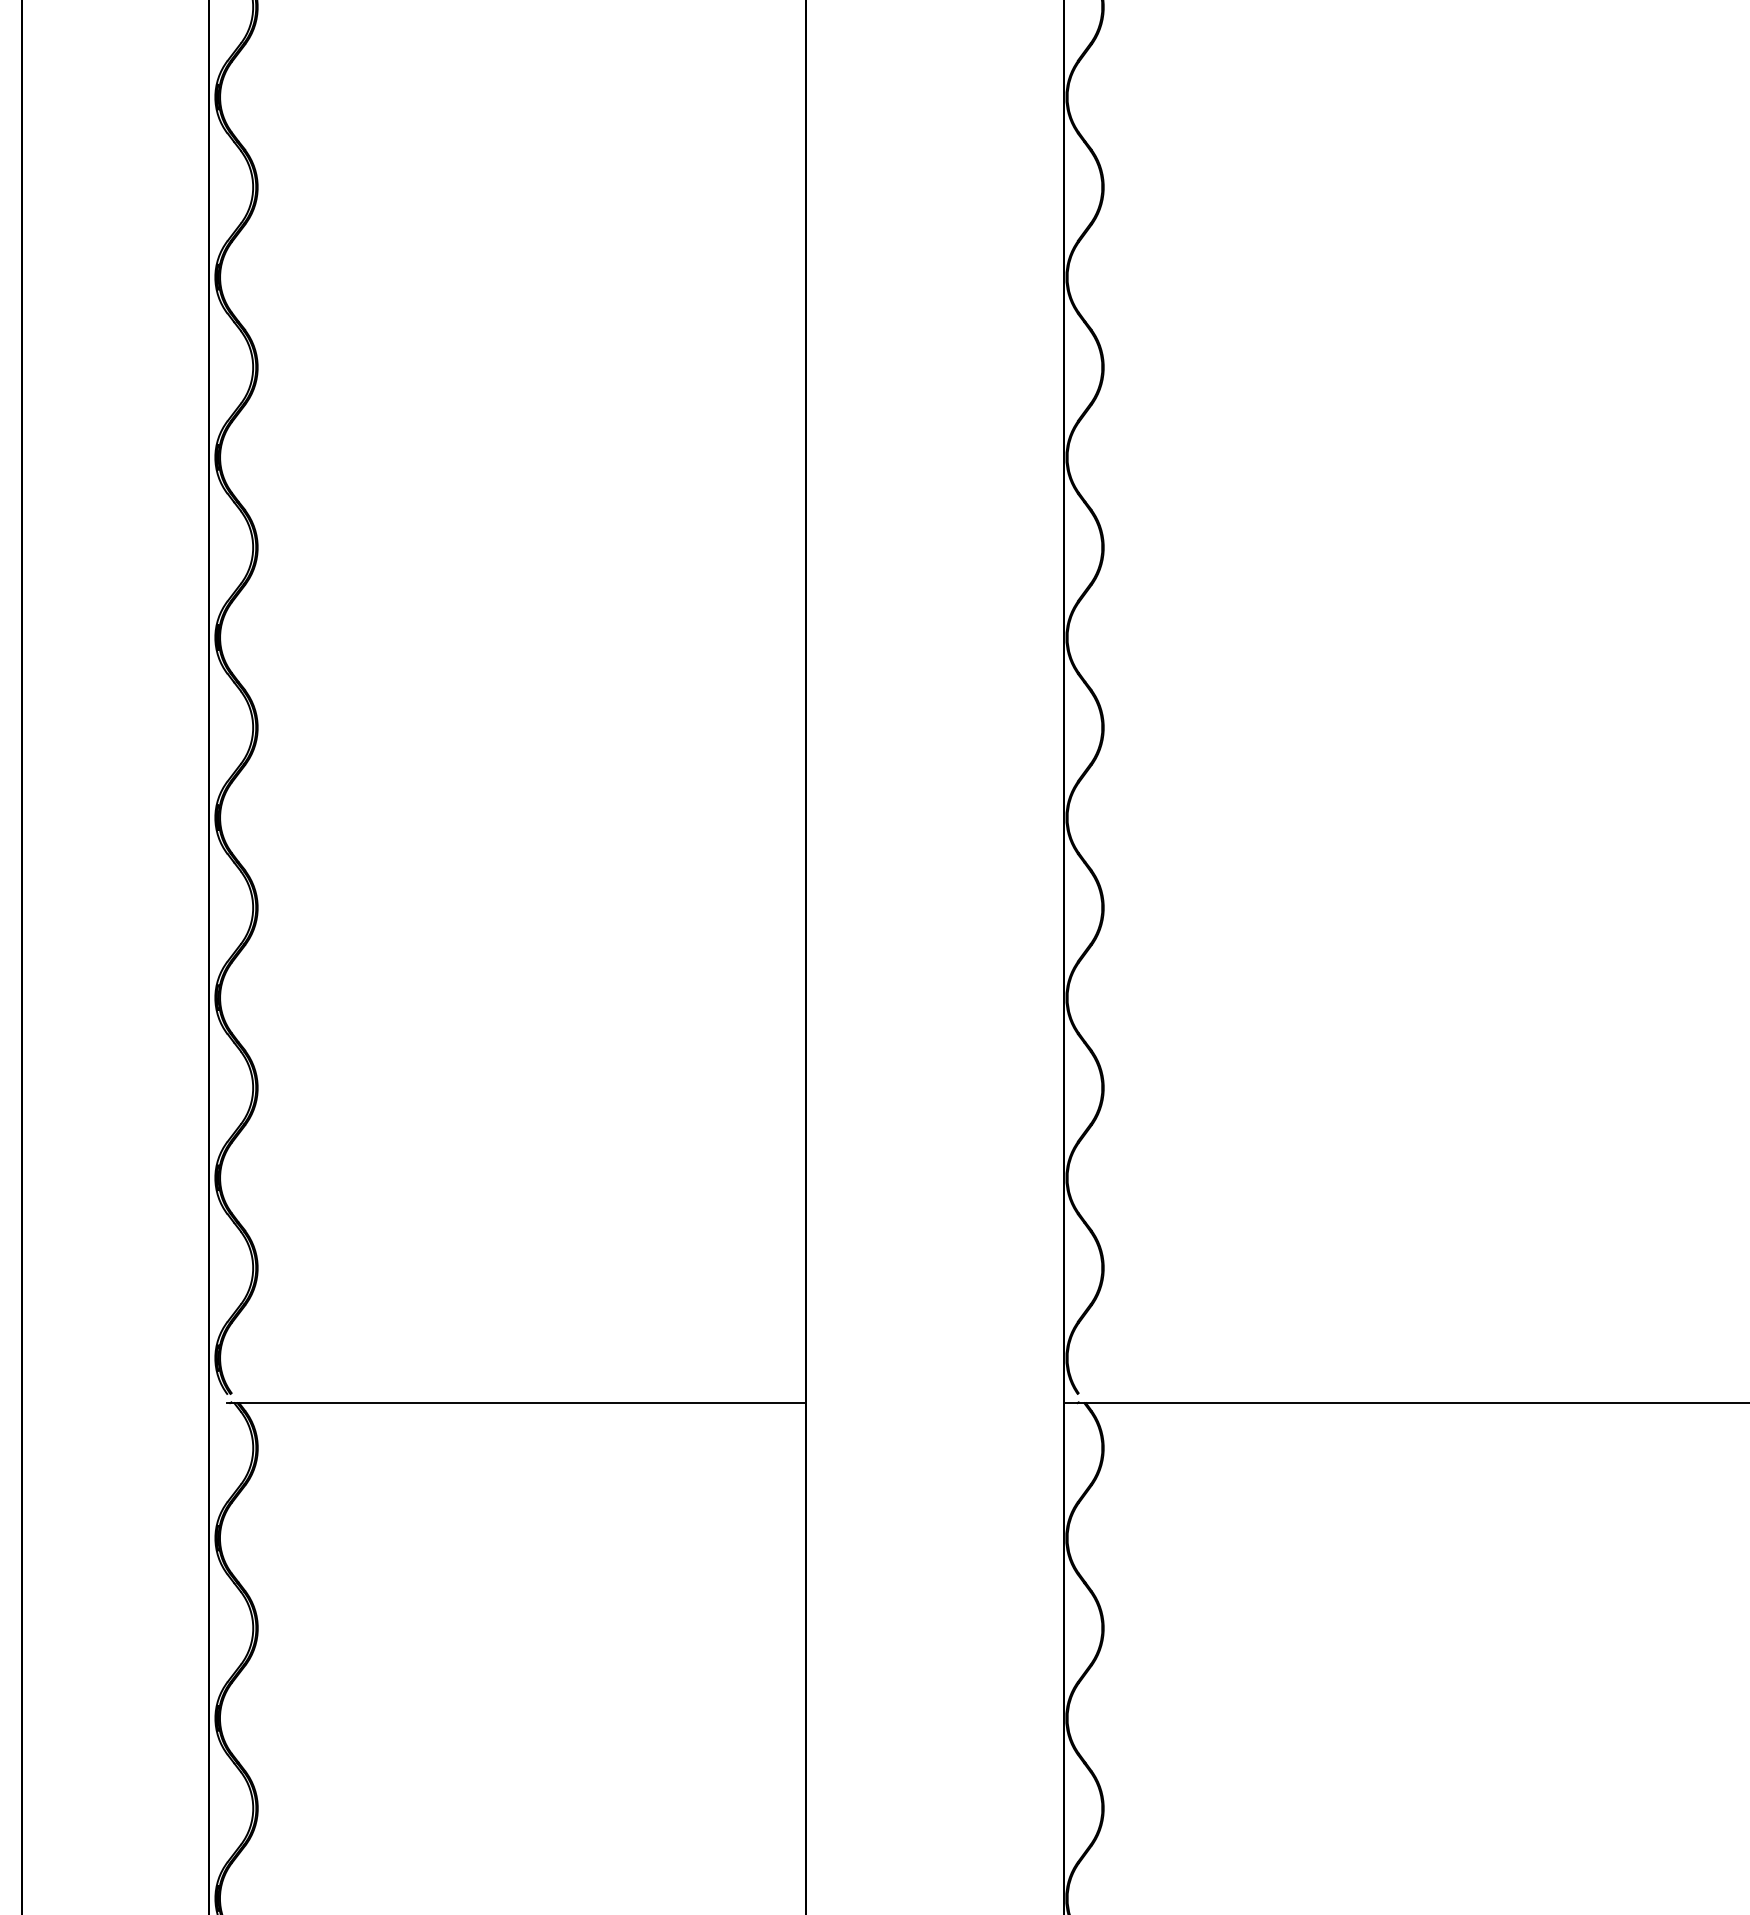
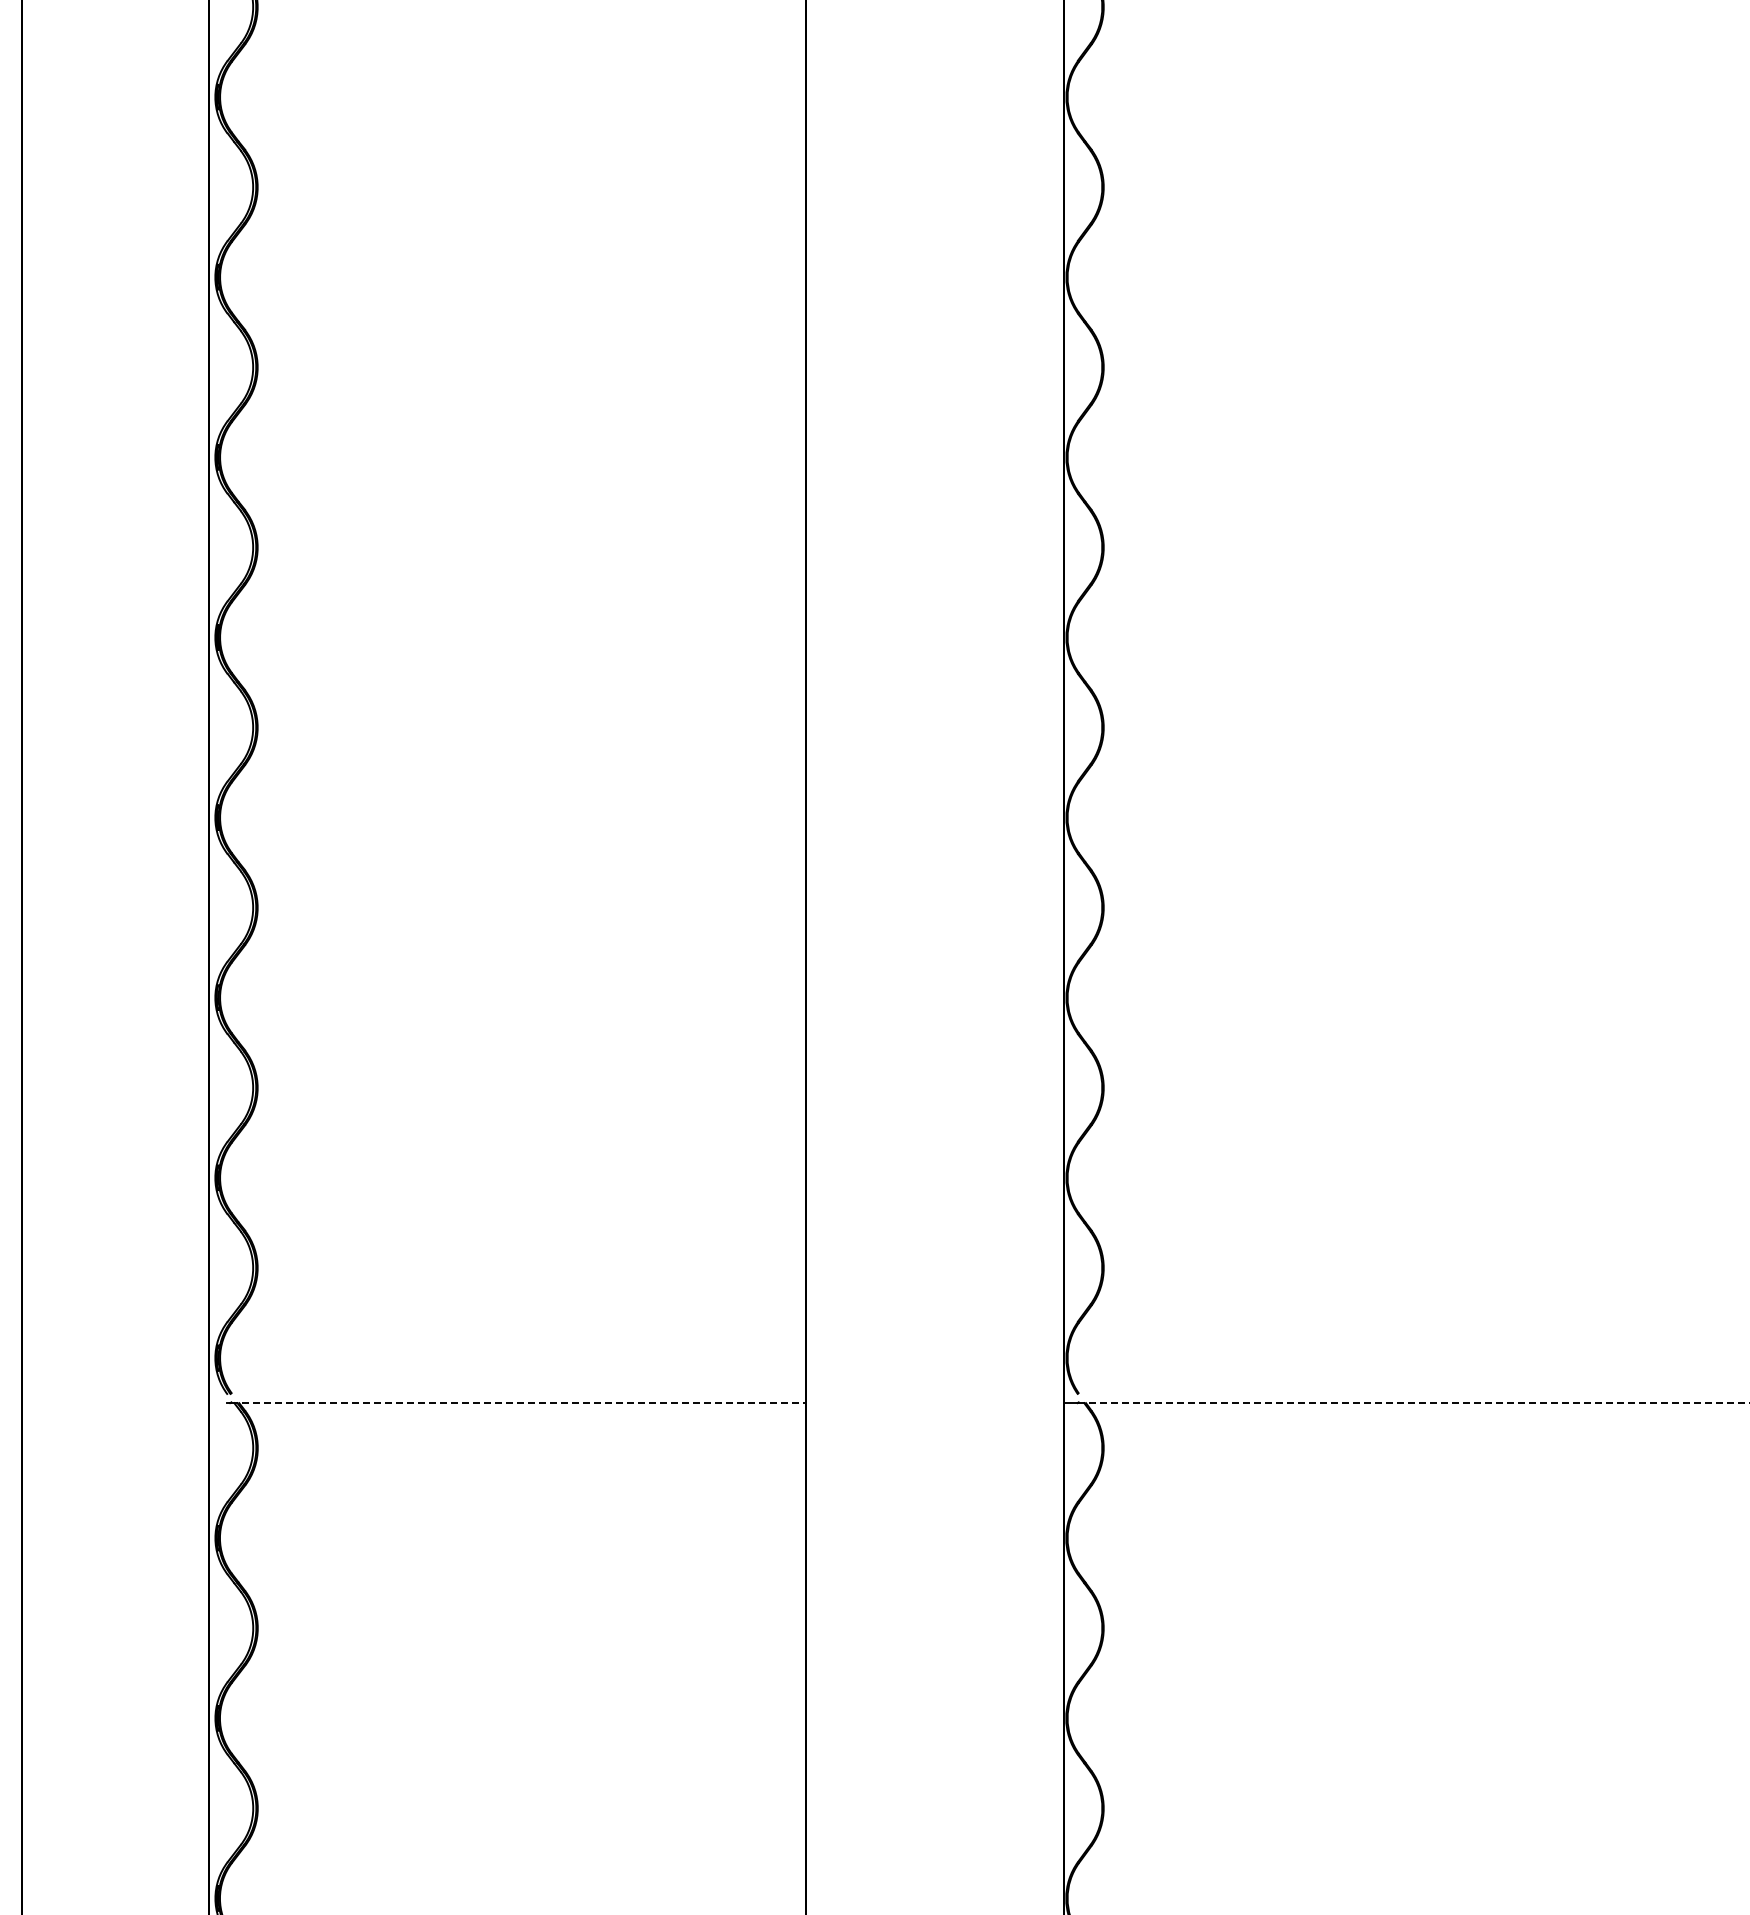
line at (518, 1403): solid -> dashed
line at (1413, 1403): solid -> dashed
